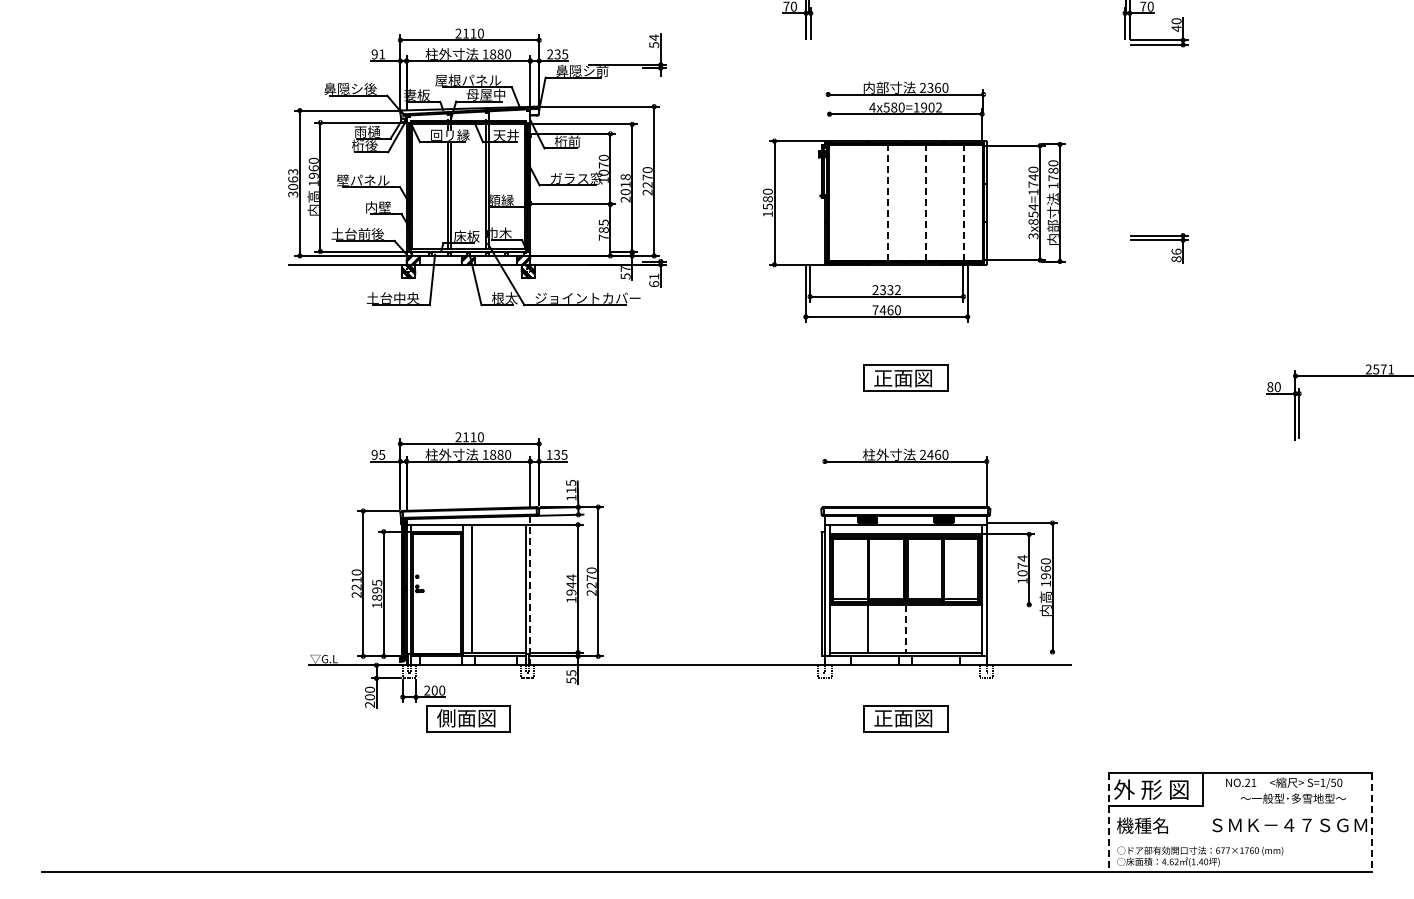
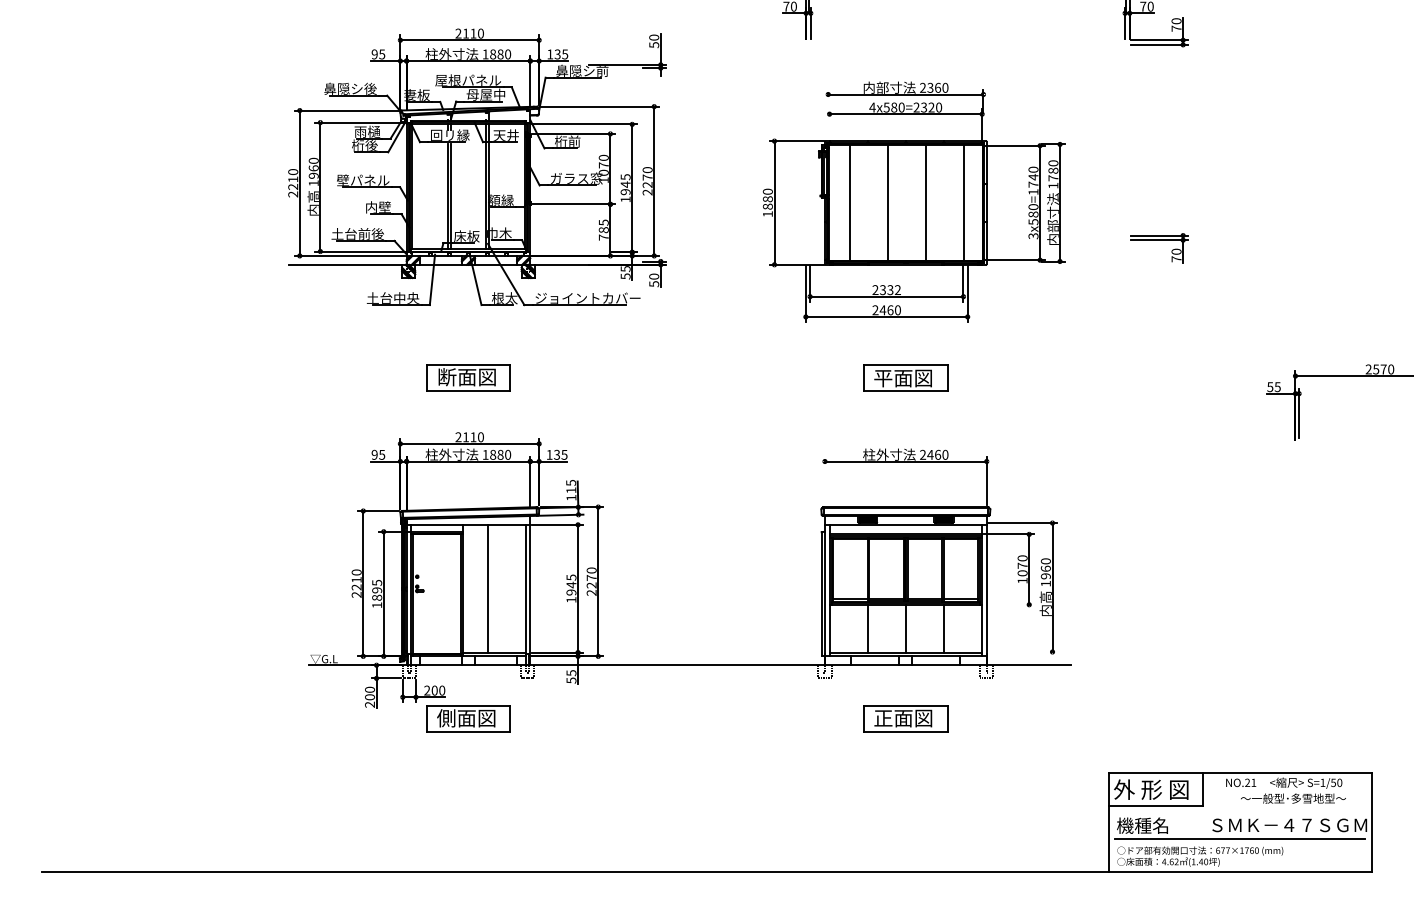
text at (1176, 28): 40 -> 70
text at (654, 37): 54 -> 50
text at (382, 54): 91 -> 95
text at (550, 54): 235 -> 135
text at (927, 107): 4x580=1902 -> 4x580=2320
text at (293, 183): 3063 -> 2210
text at (625, 188): 2018 -> 1945
line at (849, 202): none -> present
line at (887, 202): dashed -> solid
line at (925, 202): dashed -> solid
line at (964, 202): dashed -> solid
text at (767, 206): 1580 -> 1880
text at (1033, 214): 3x854=1740 -> 3x580=1740
text at (1176, 255): 86 -> 70
text at (625, 269): 57 -> 55
text at (654, 280): 61 -> 50
text at (875, 310): 7460 -> 2460
text at (1391, 369): 2571 -> 2570
part at (468, 377): none -> present
text at (883, 378): 正面図 -> 平面図
text at (1273, 387): 80 -> 55
text at (1022, 558): 1074 -> 1070
text at (571, 577): 1944 -> 1945
line at (471, 588) position: (471, 588) -> (487, 588)
line at (530, 590): dashed -> solid
line at (943, 628): none -> present
line at (905, 629): dashed -> solid
line at (1108, 822): dashed -> solid
line at (1371, 822): dashed -> solid
line at (1240, 838): none -> present
